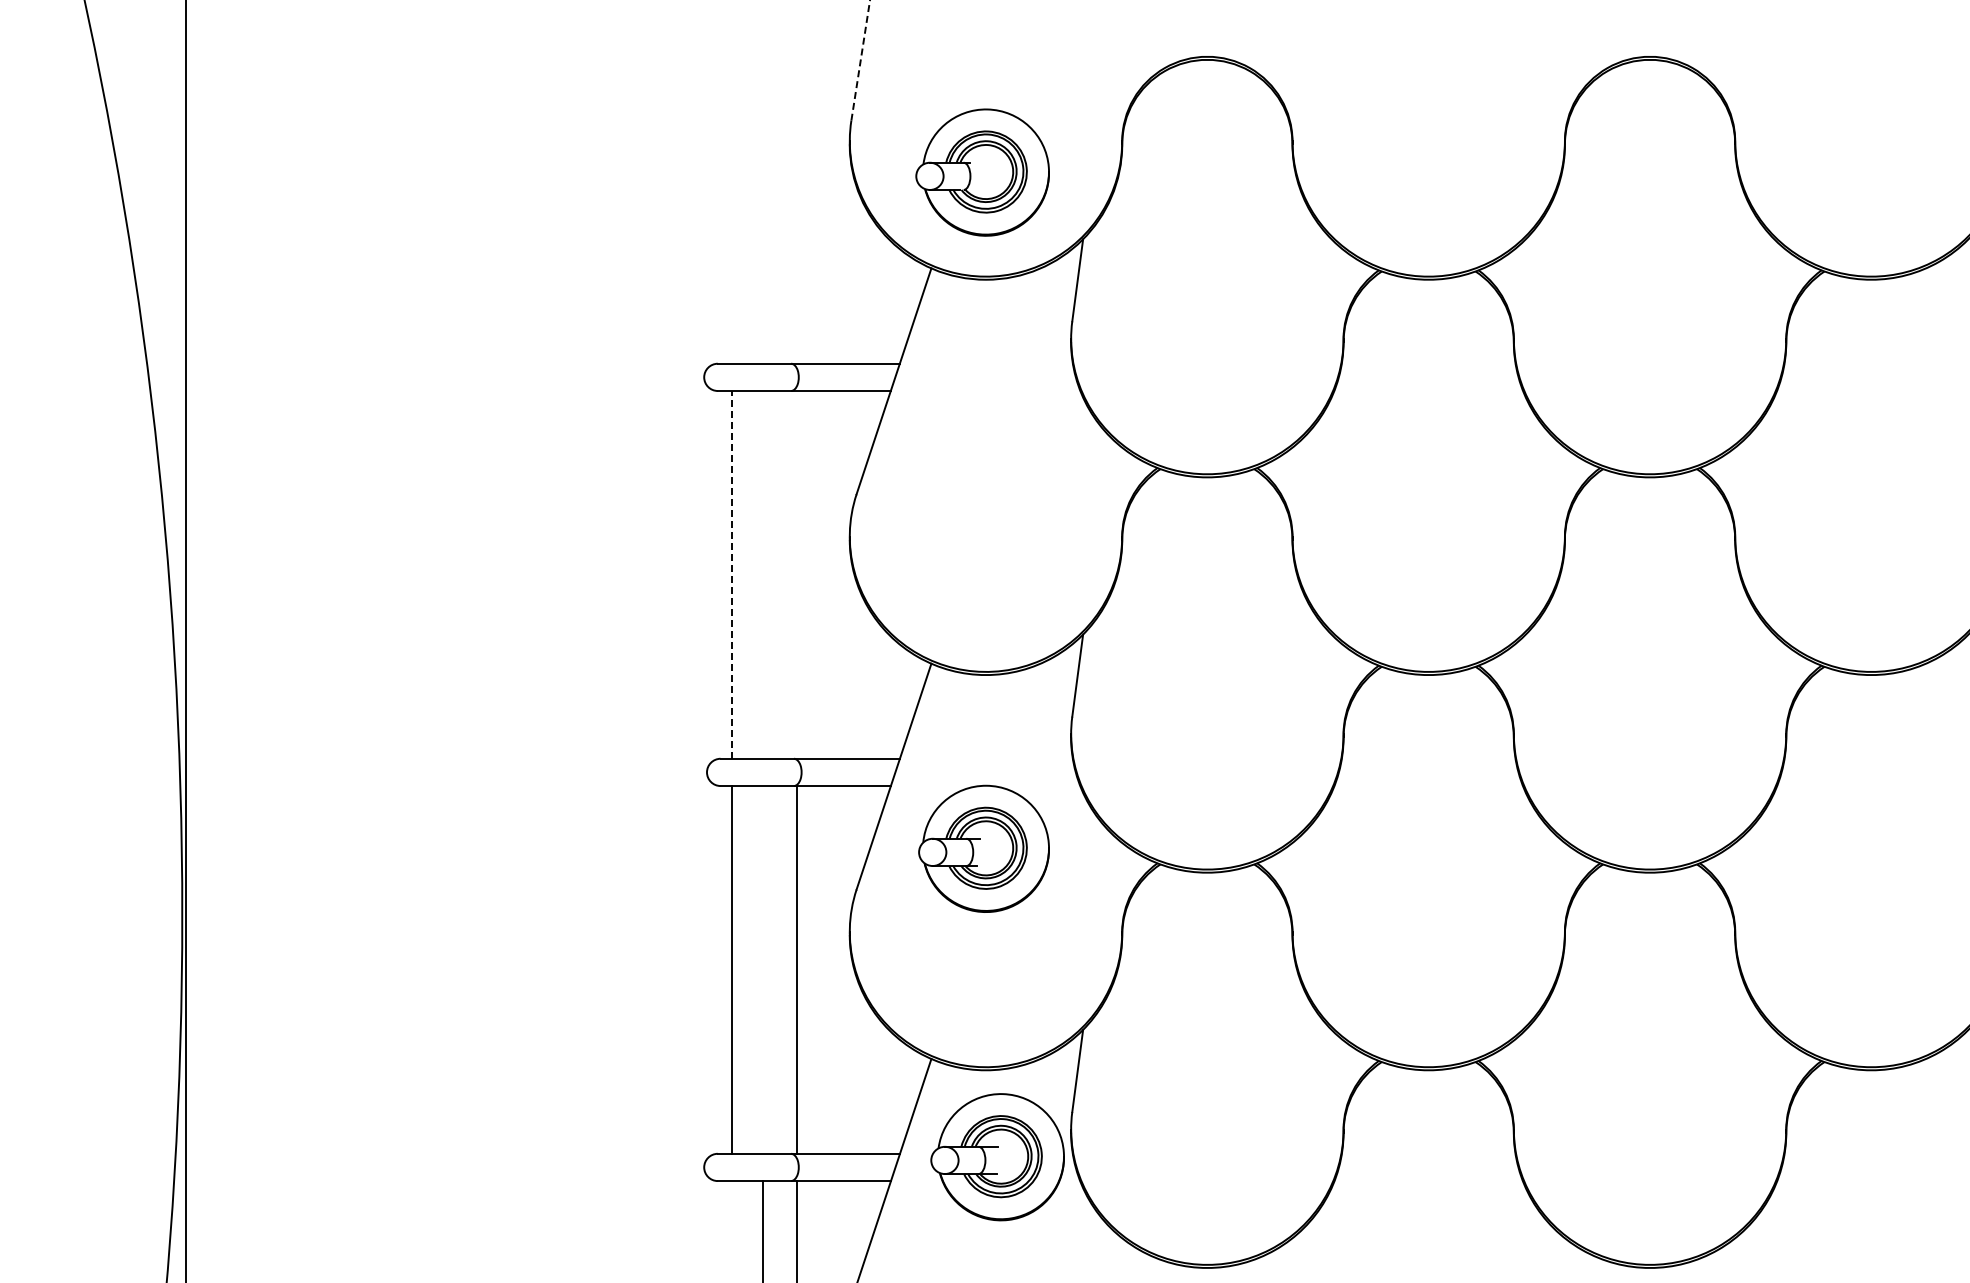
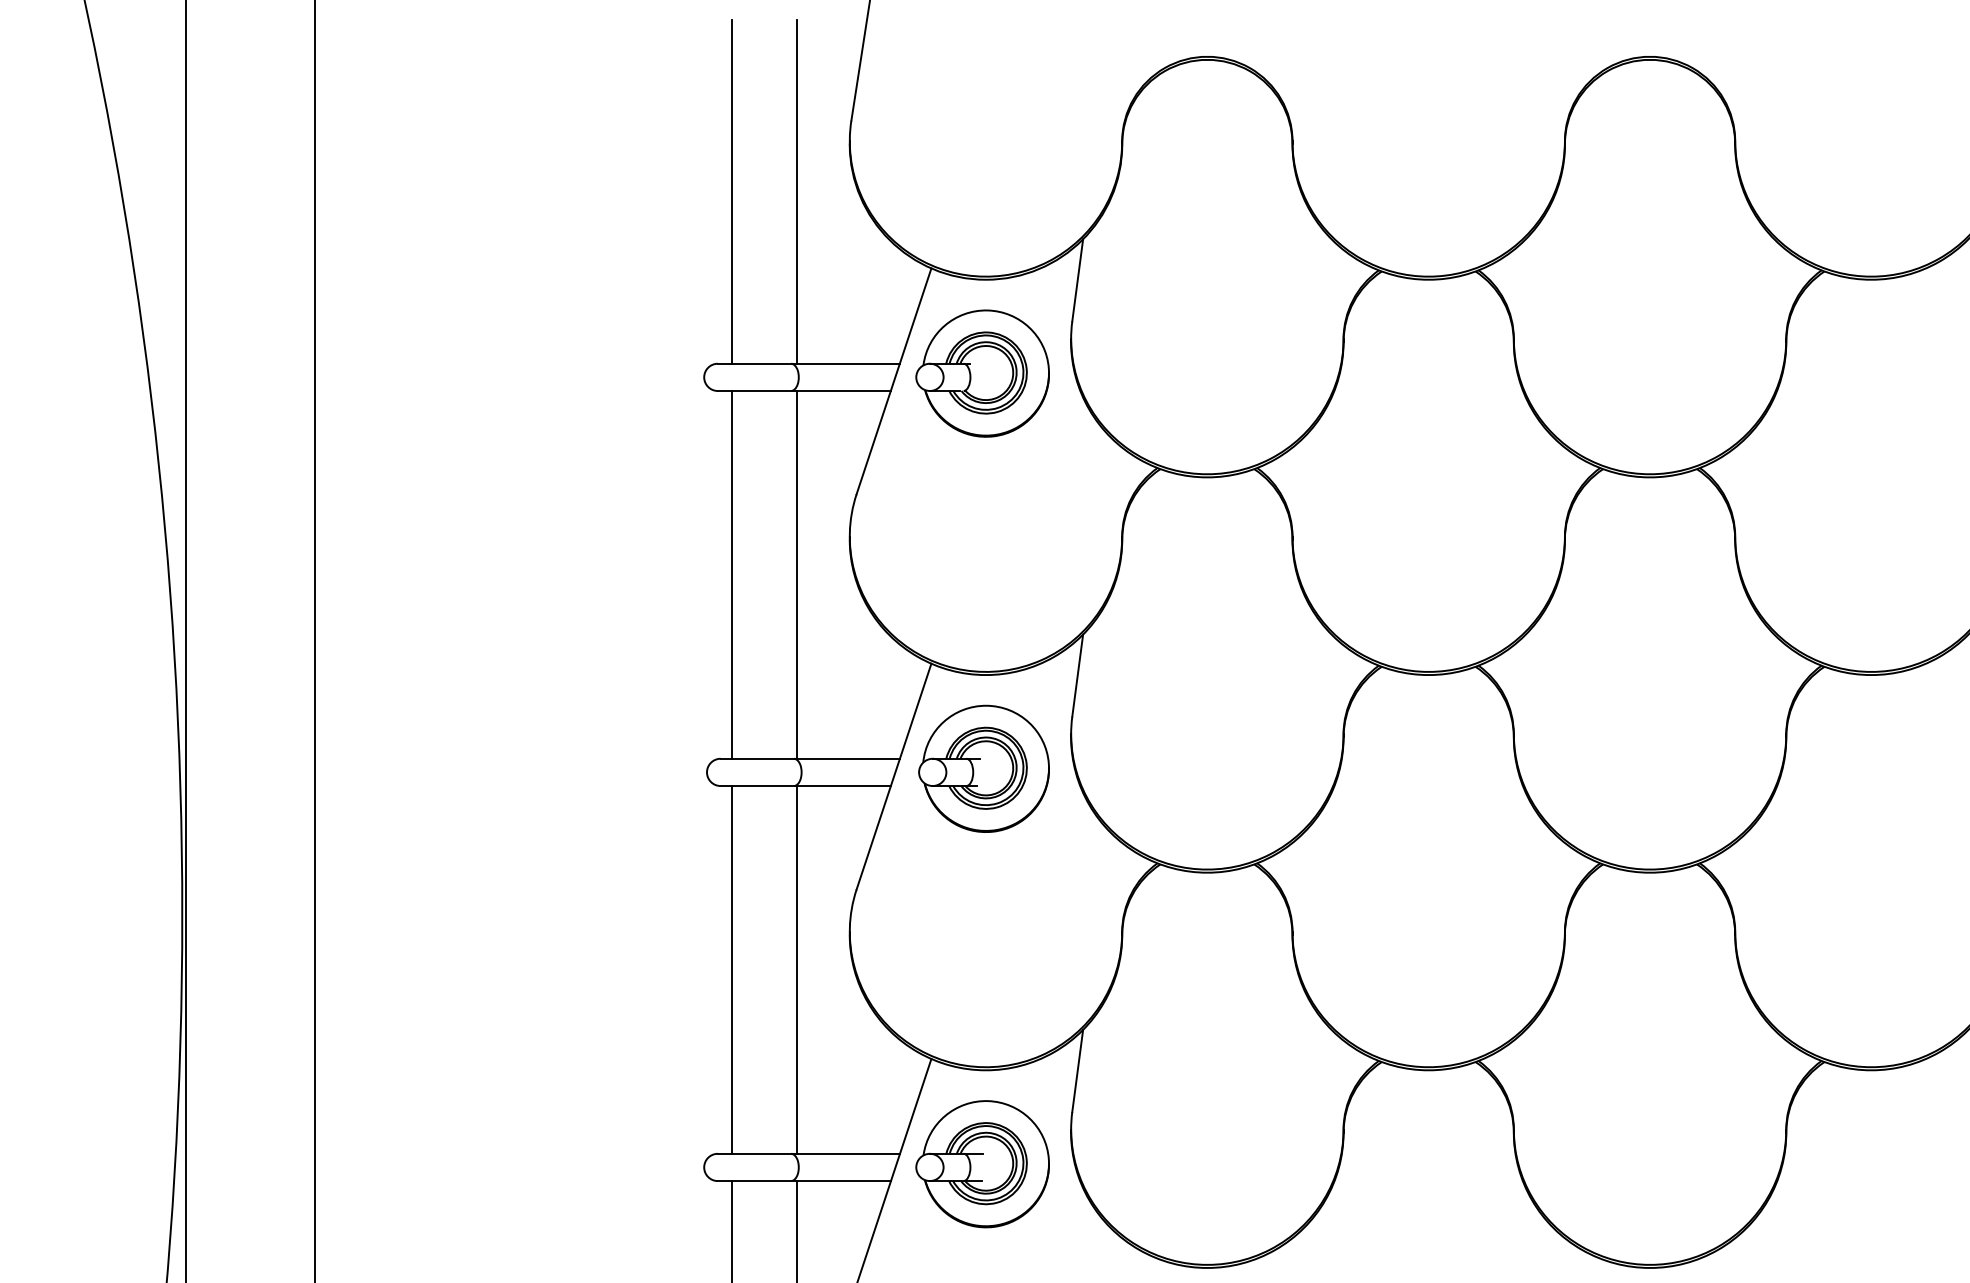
line at (860, 60): dashed -> solid
part at (982, 172) position: (982, 172) -> (982, 373)
line at (732, 191): none -> present
line at (797, 191): none -> present
line at (732, 574): dashed -> solid
line at (797, 574): none -> present
line at (315, 640): none -> present
part at (983, 848) position: (983, 848) -> (983, 768)
part at (997, 1157) position: (997, 1157) -> (982, 1164)
line at (763, 1230) position: (763, 1230) -> (732, 1230)
